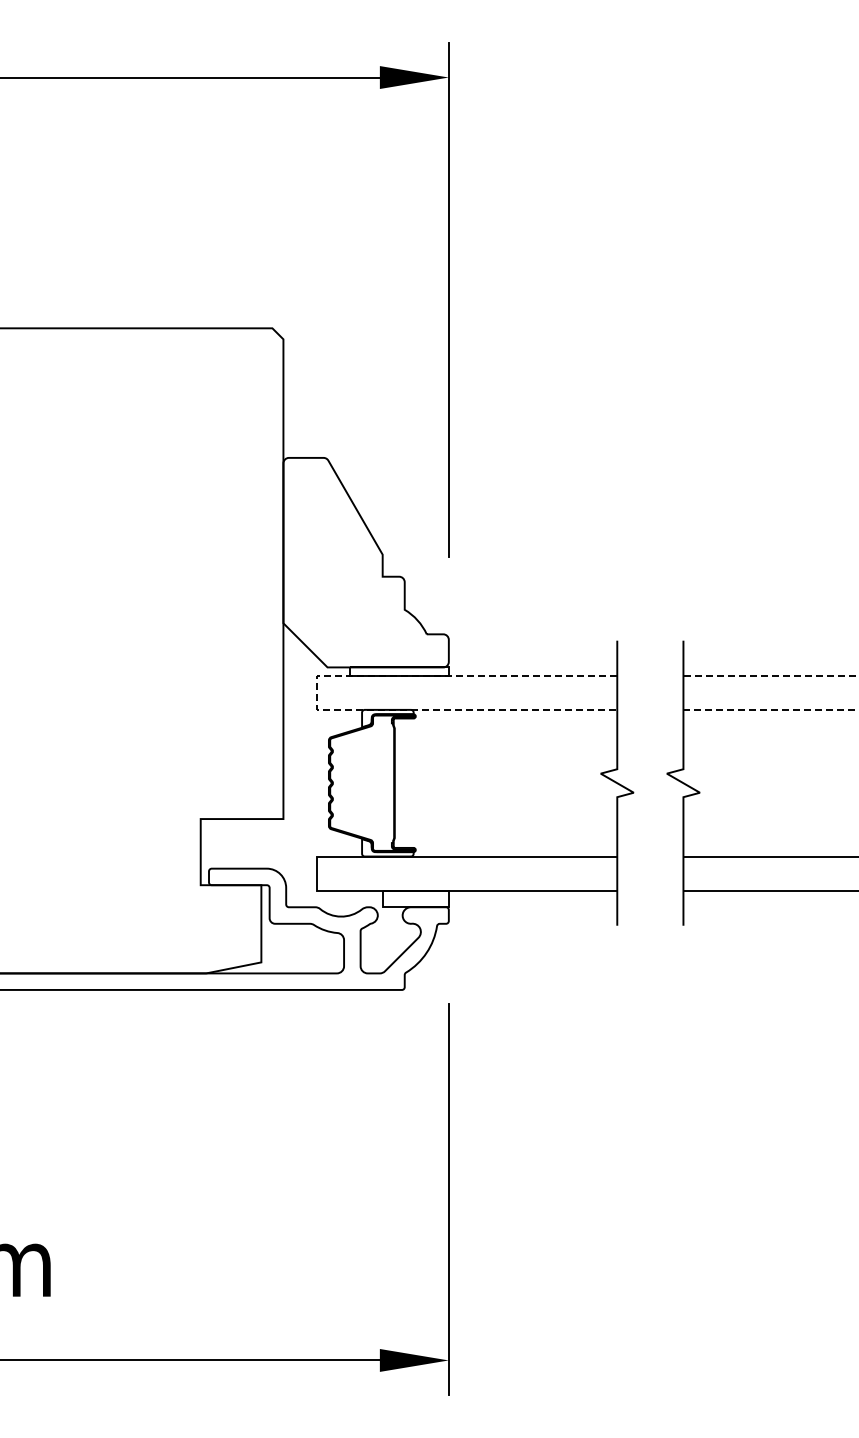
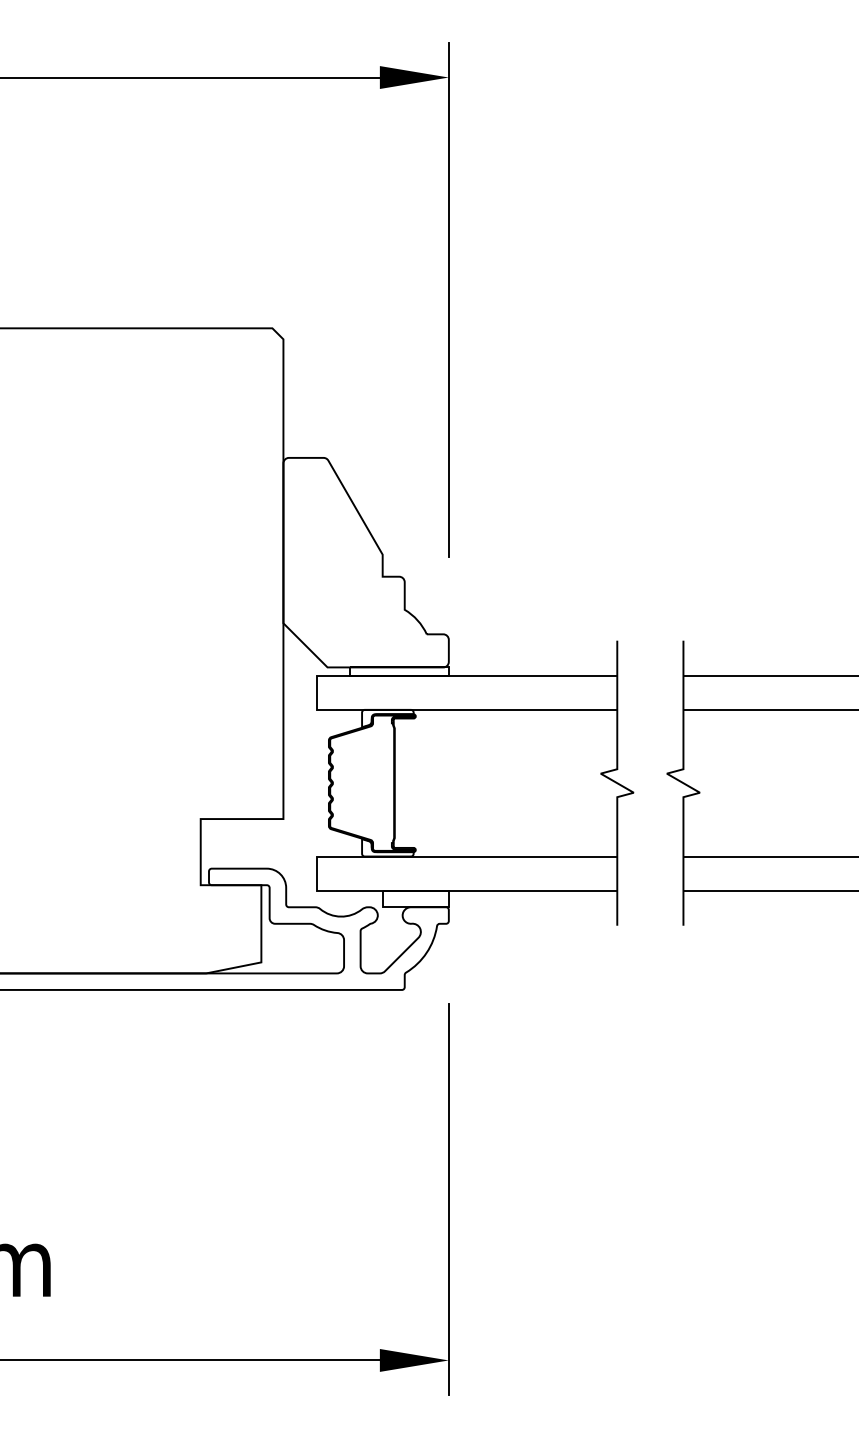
line at (858, 675): dashed -> solid
line at (316, 693): dashed -> solid
